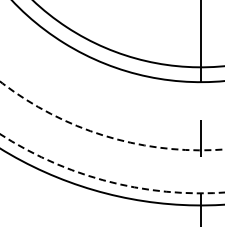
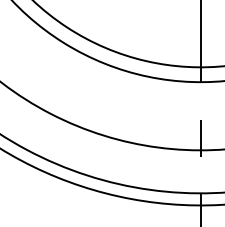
arc at (104, 135): dashed -> solid
arc at (107, 181): dashed -> solid
